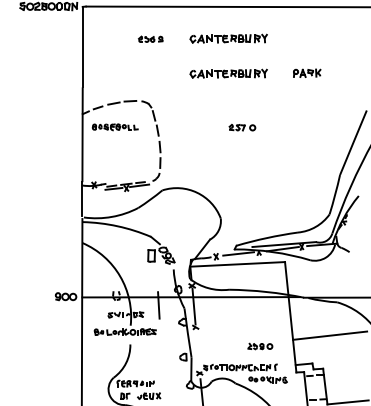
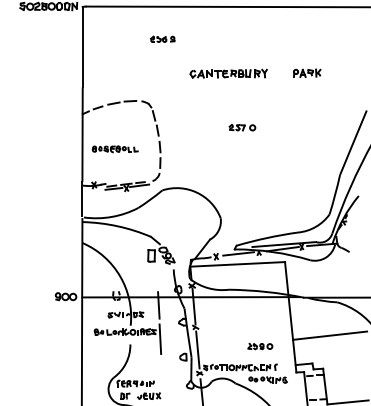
part at (150, 38) position: (150, 38) -> (162, 38)
part at (228, 38): present -> none
part at (114, 127) position: (114, 127) -> (114, 149)
line at (160, 338): none -> present
line at (197, 349): none -> present
